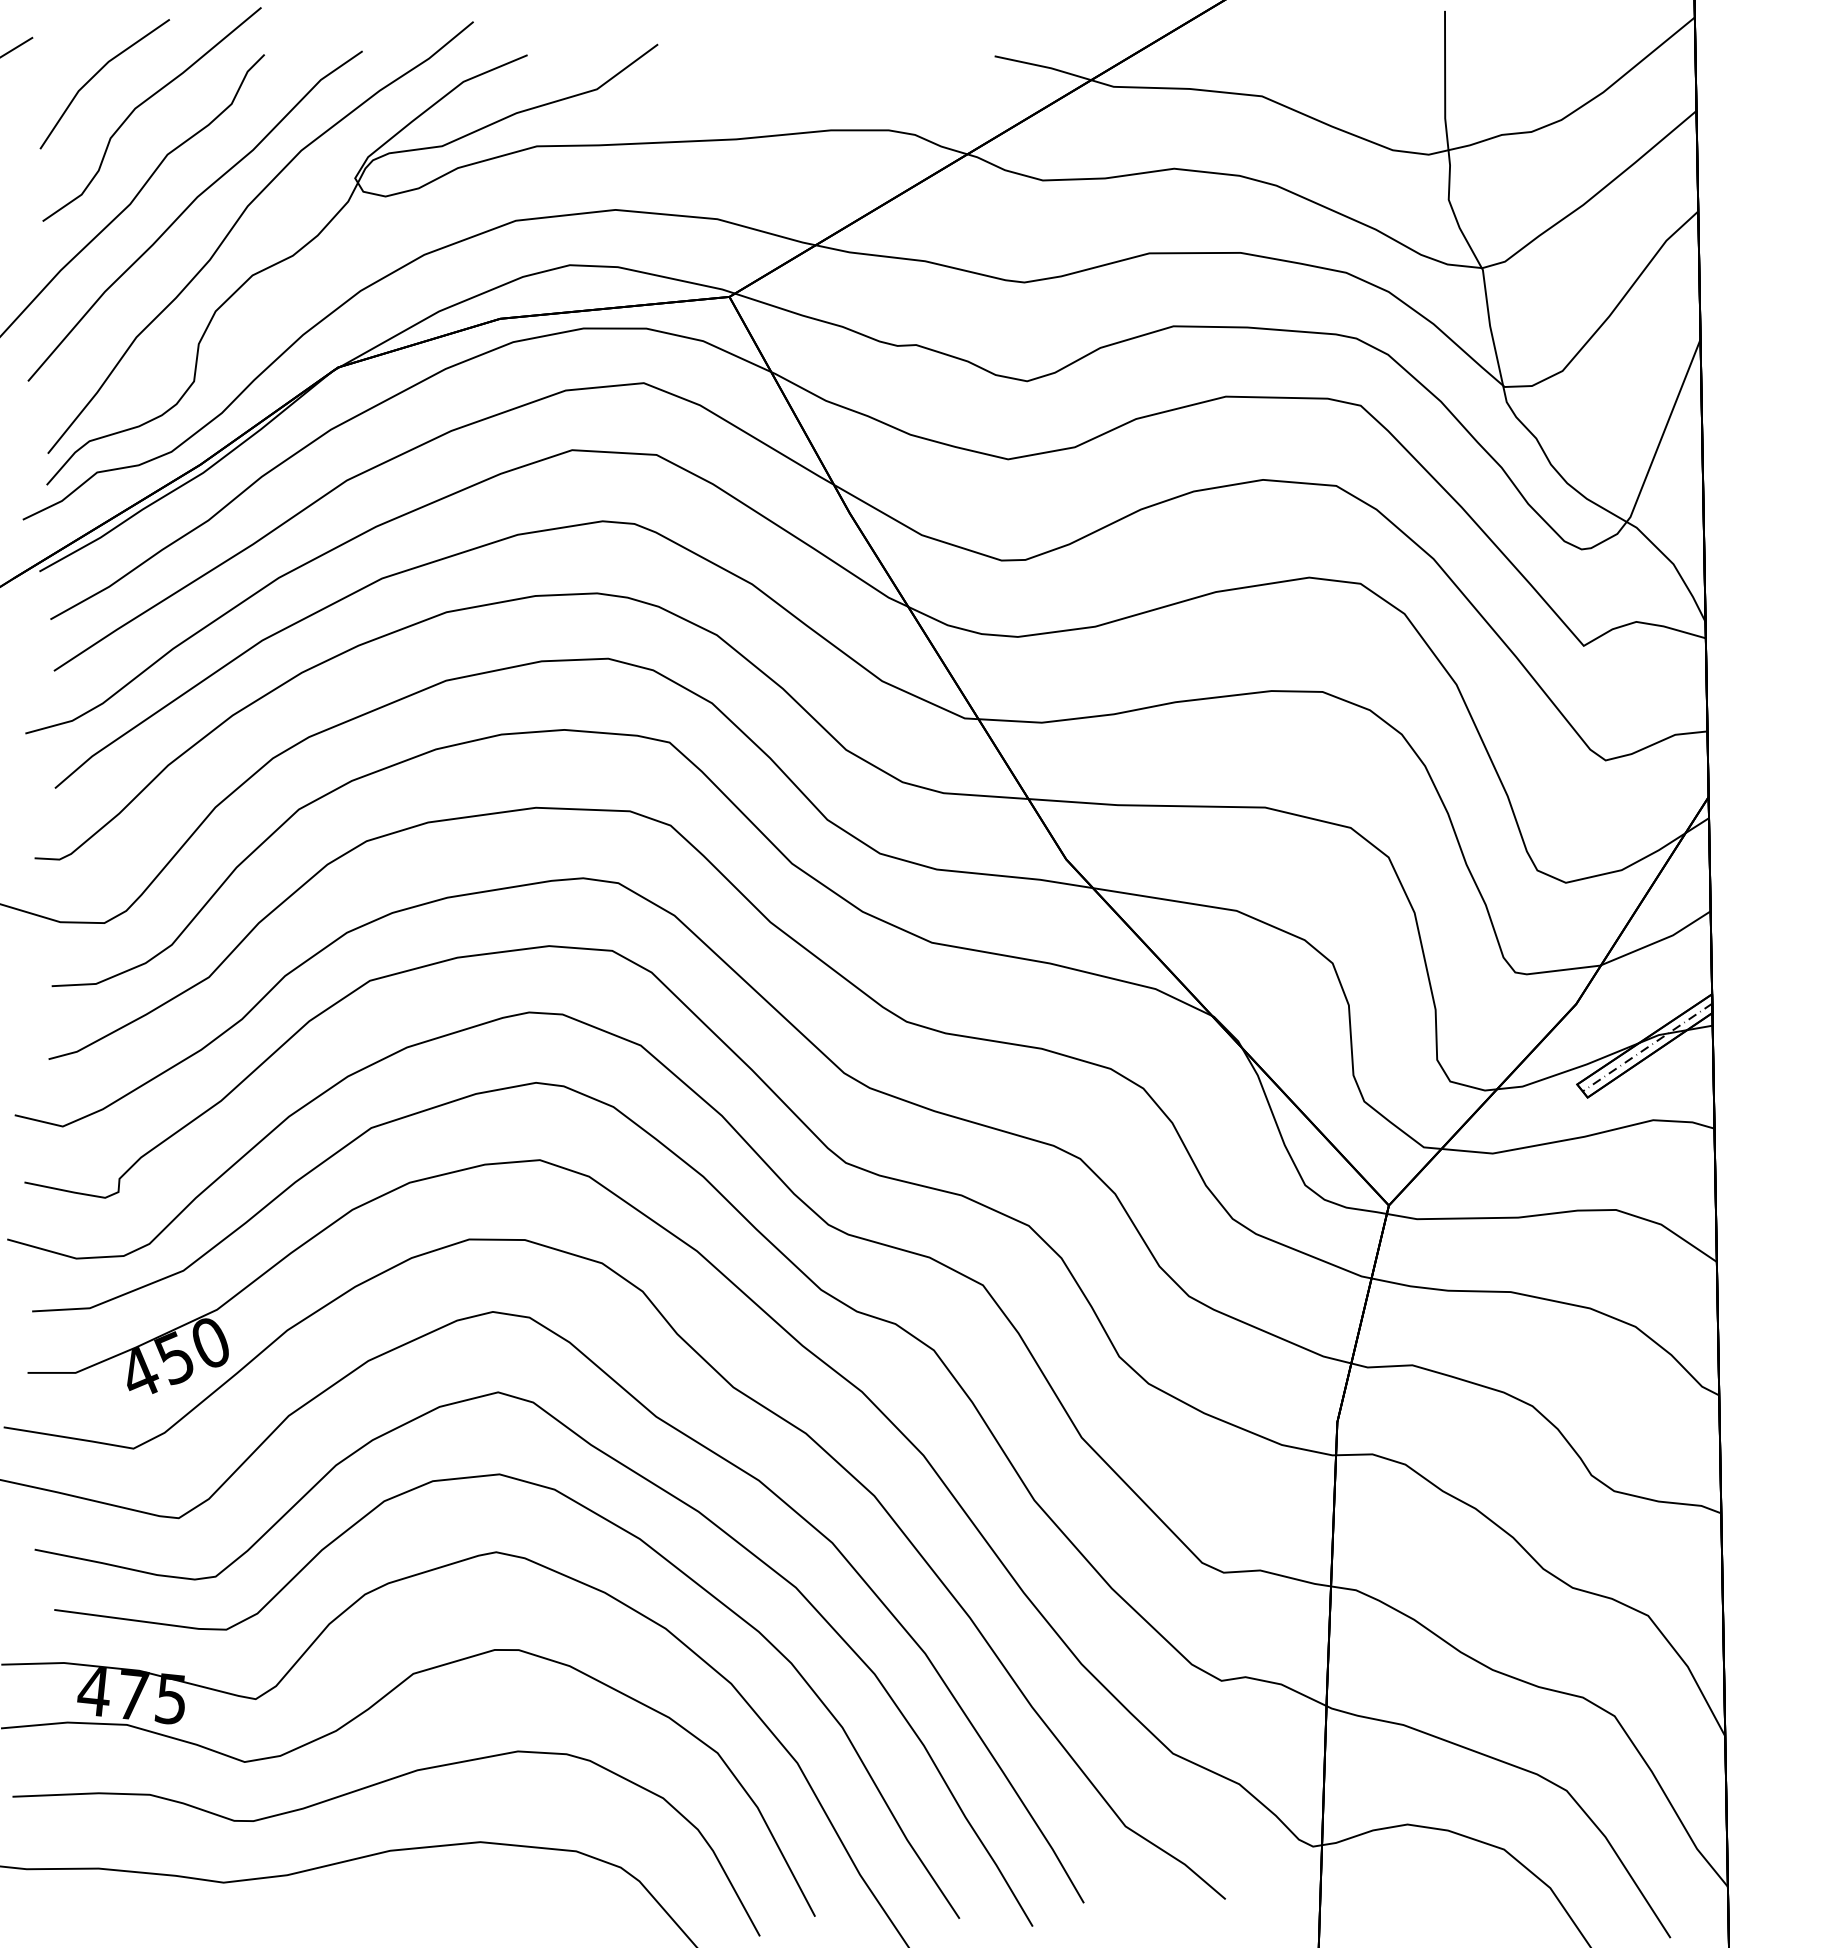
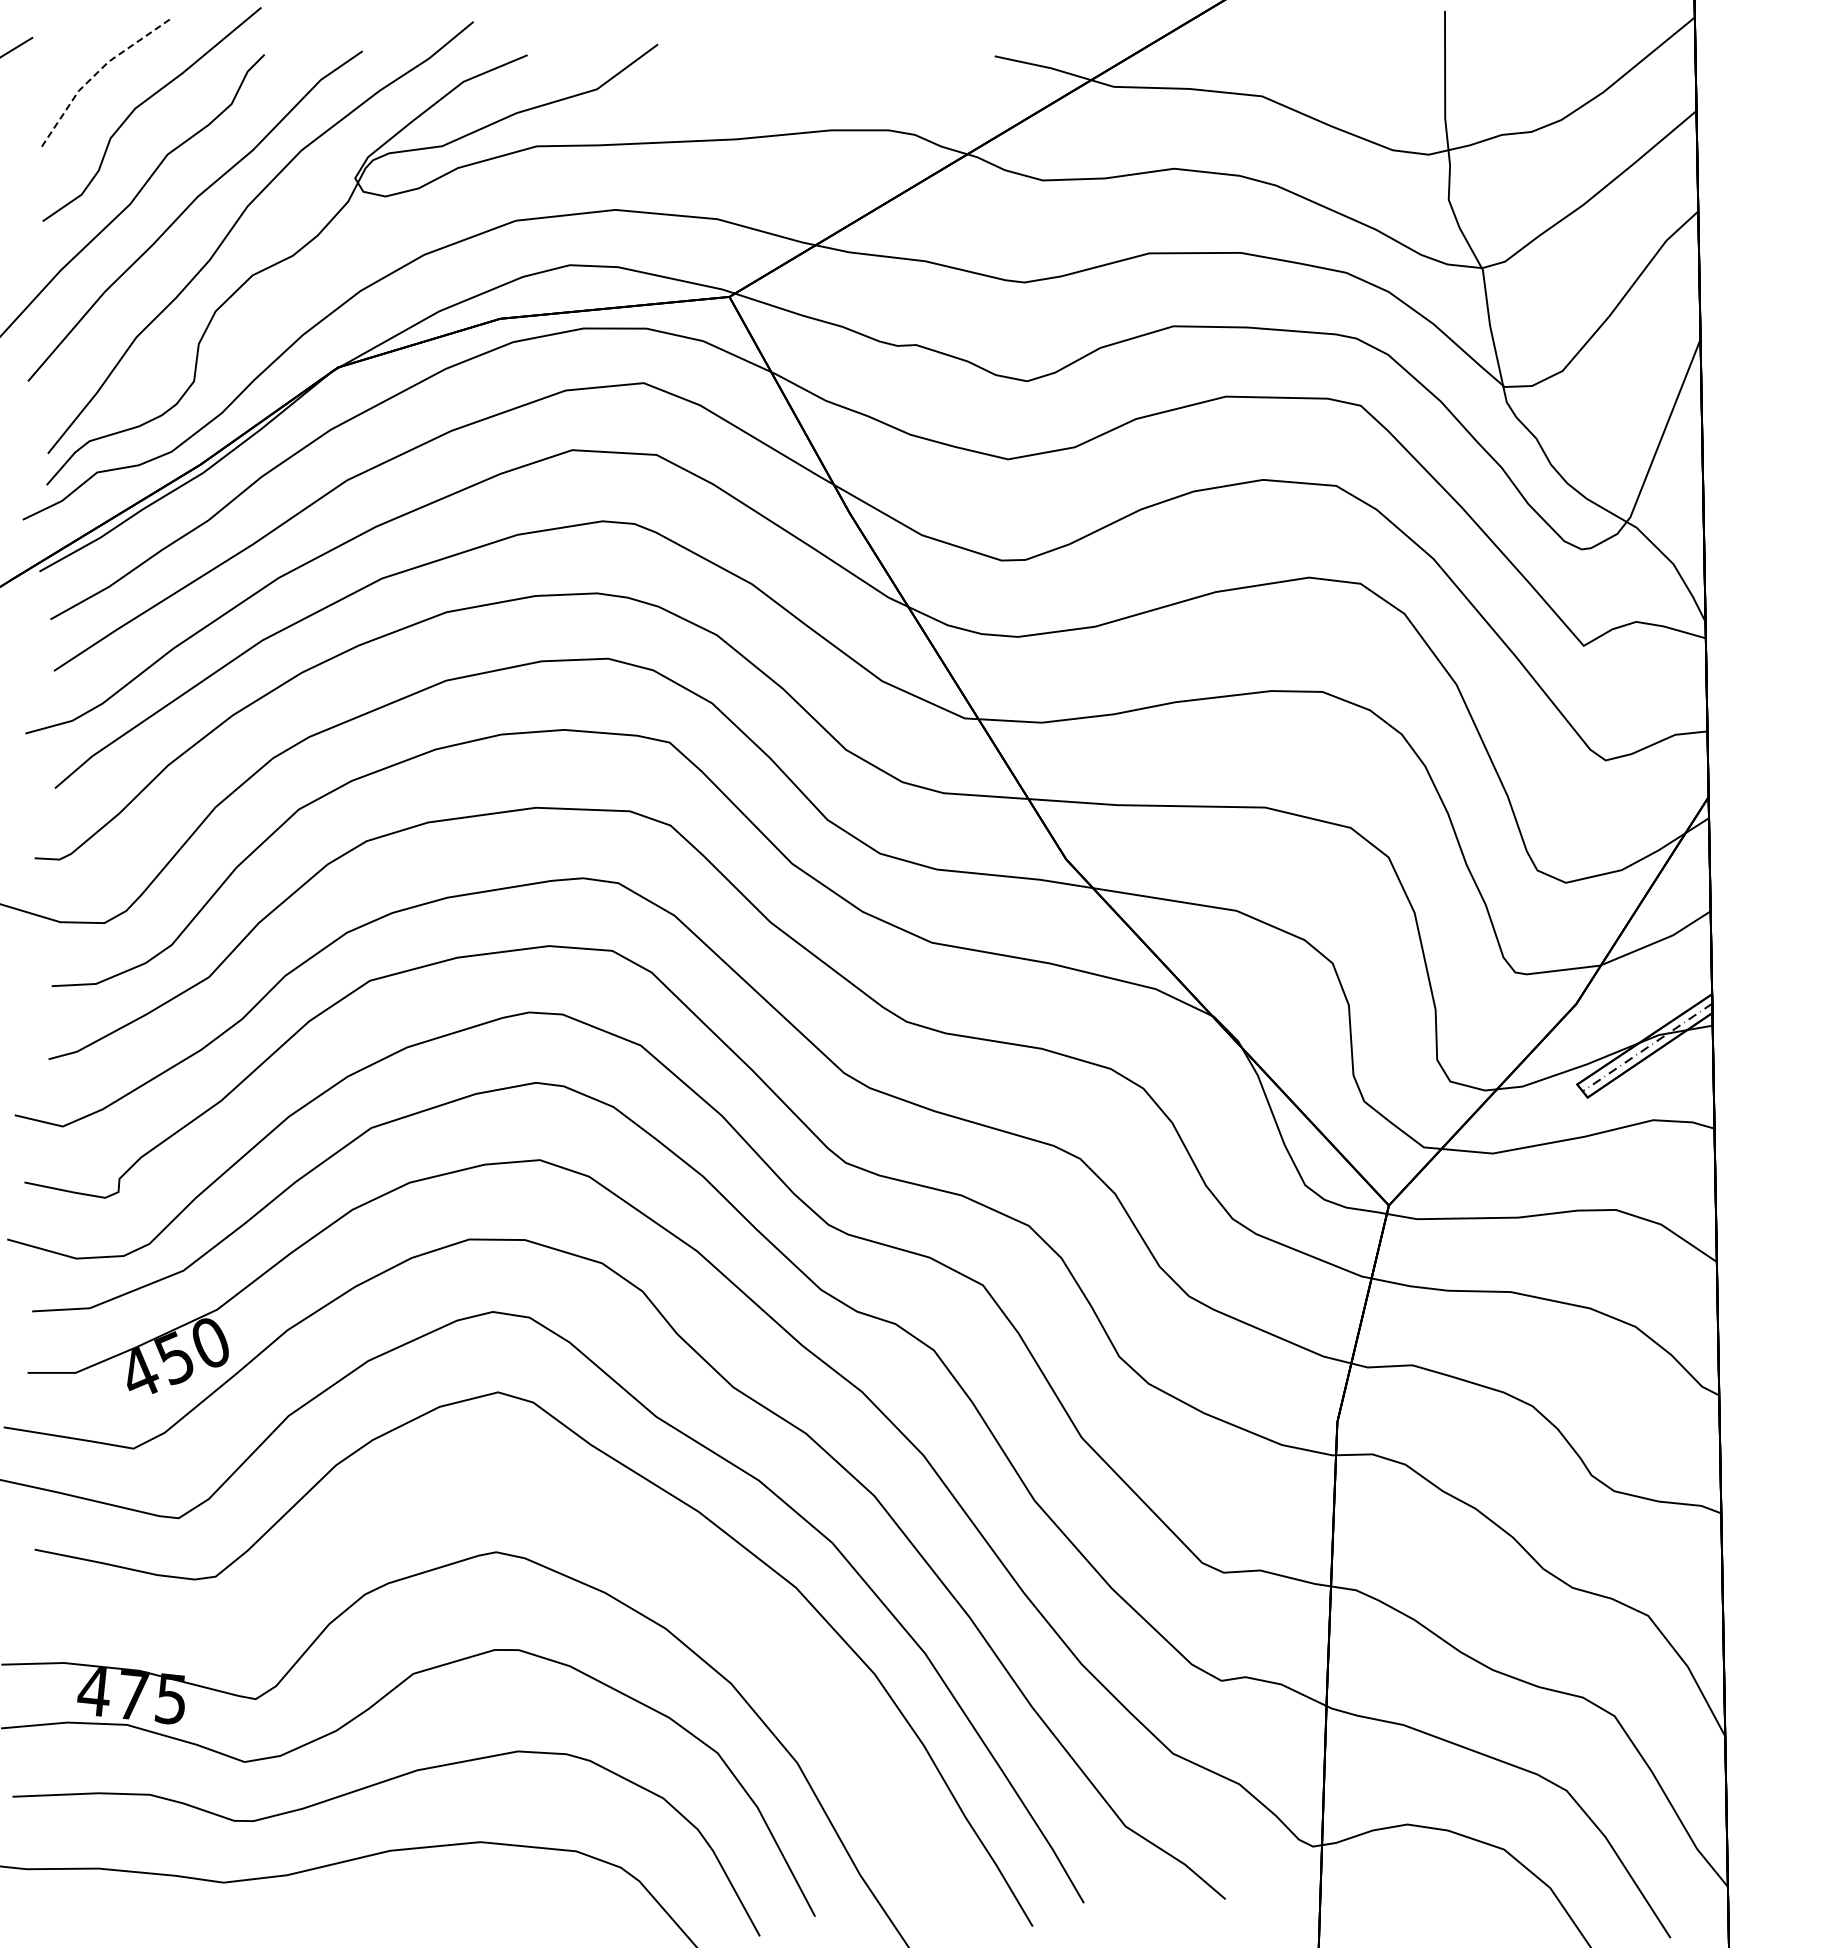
line at (95, 75): solid -> dashed
curve at (610, 1523): present -> none
